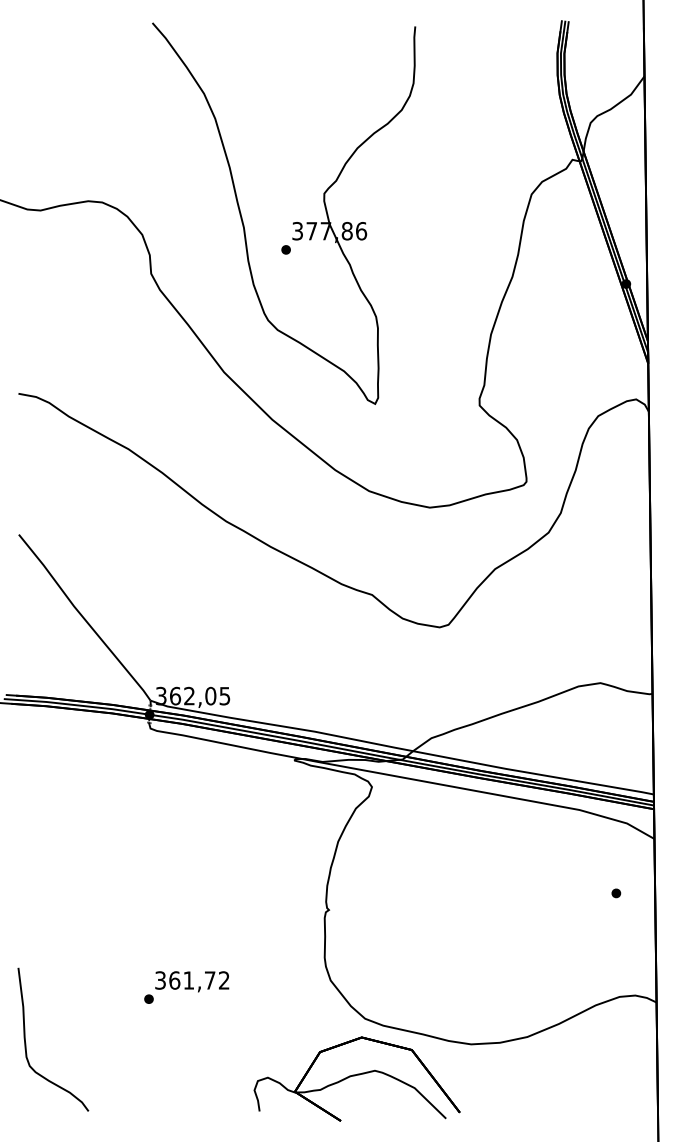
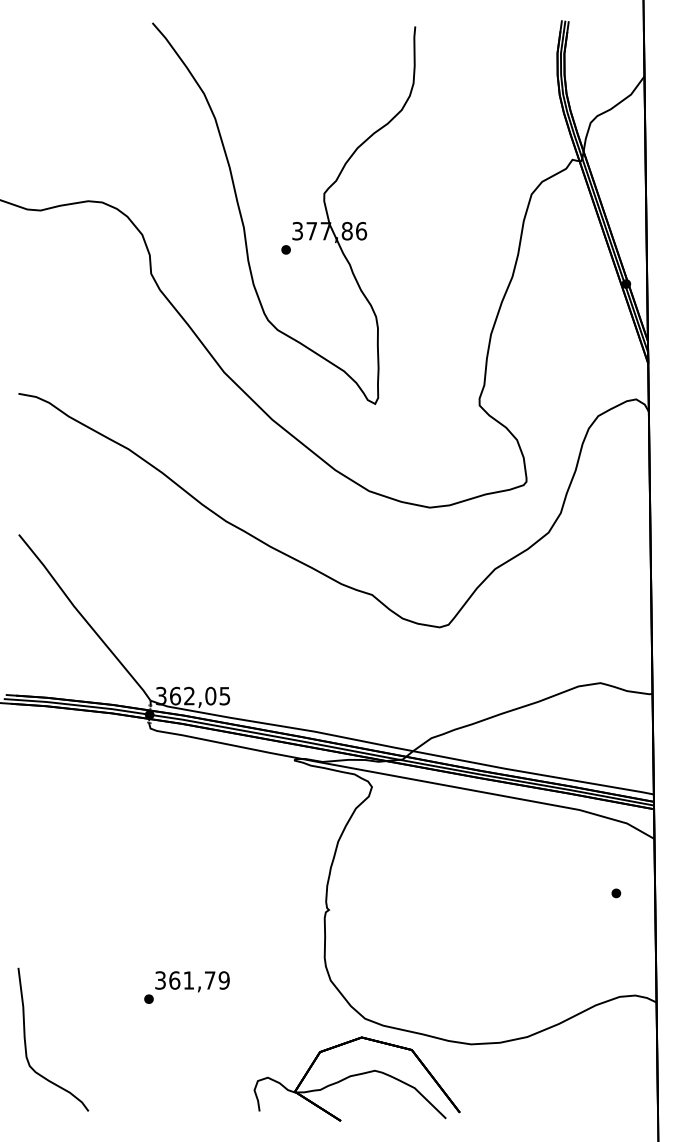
text at (223, 980): 361,72 -> 361,79
